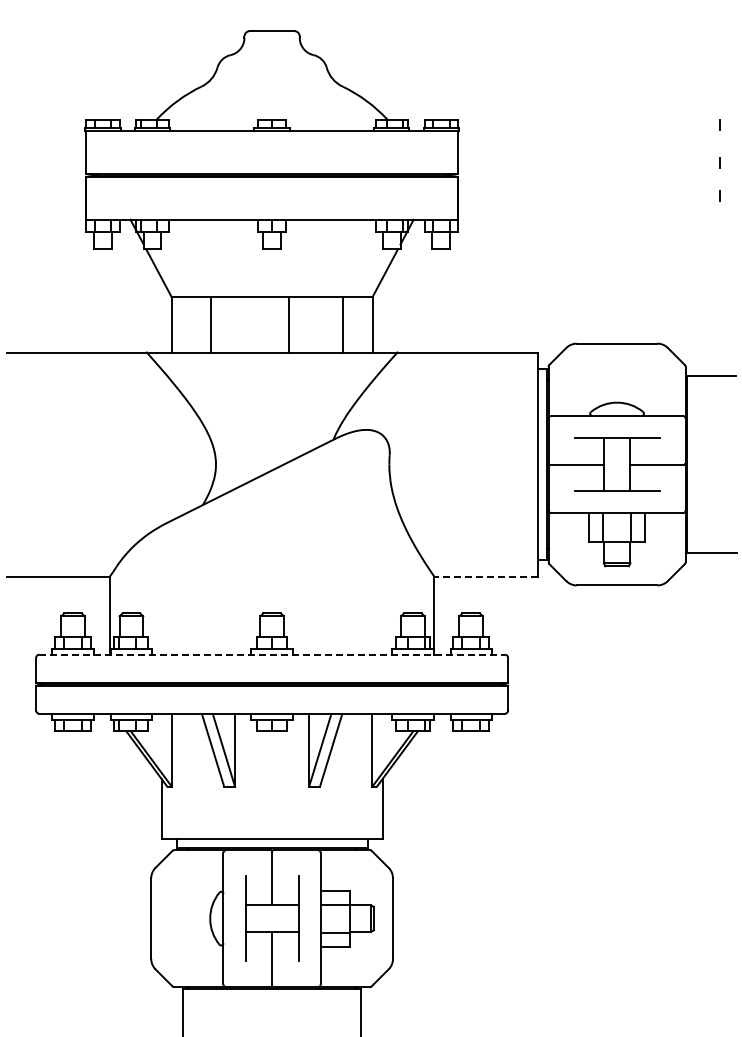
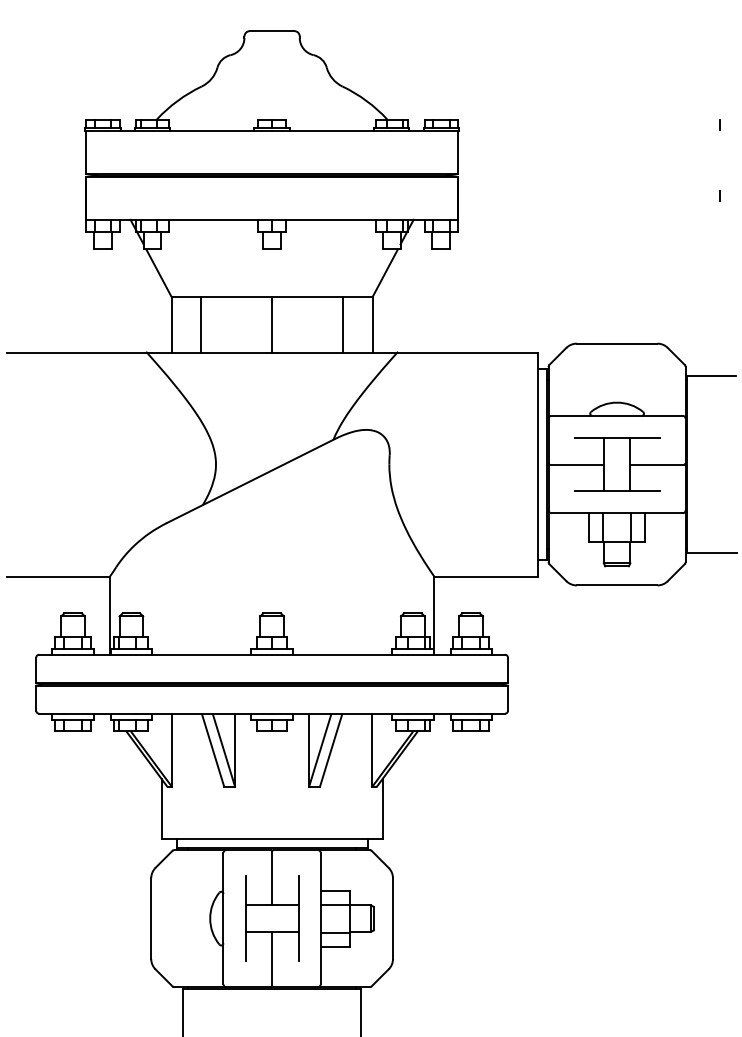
line at (719, 162): present -> none
line at (211, 324) position: (211, 324) -> (201, 324)
line at (289, 324) position: (289, 324) -> (272, 324)
line at (485, 576): dashed -> solid
line at (272, 654): dashed -> solid
